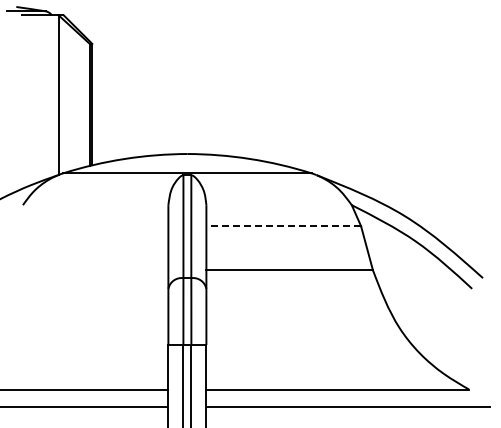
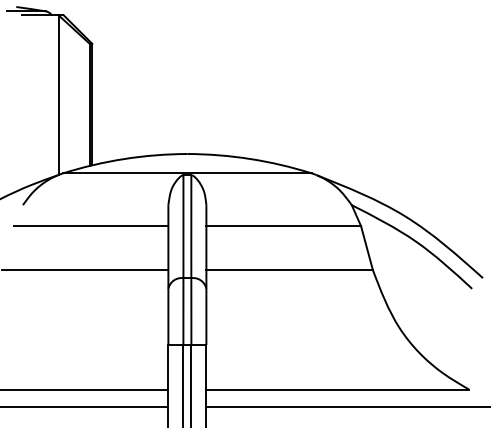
line at (90, 226): none -> present
line at (283, 226): dashed -> solid
line at (85, 270): none -> present
